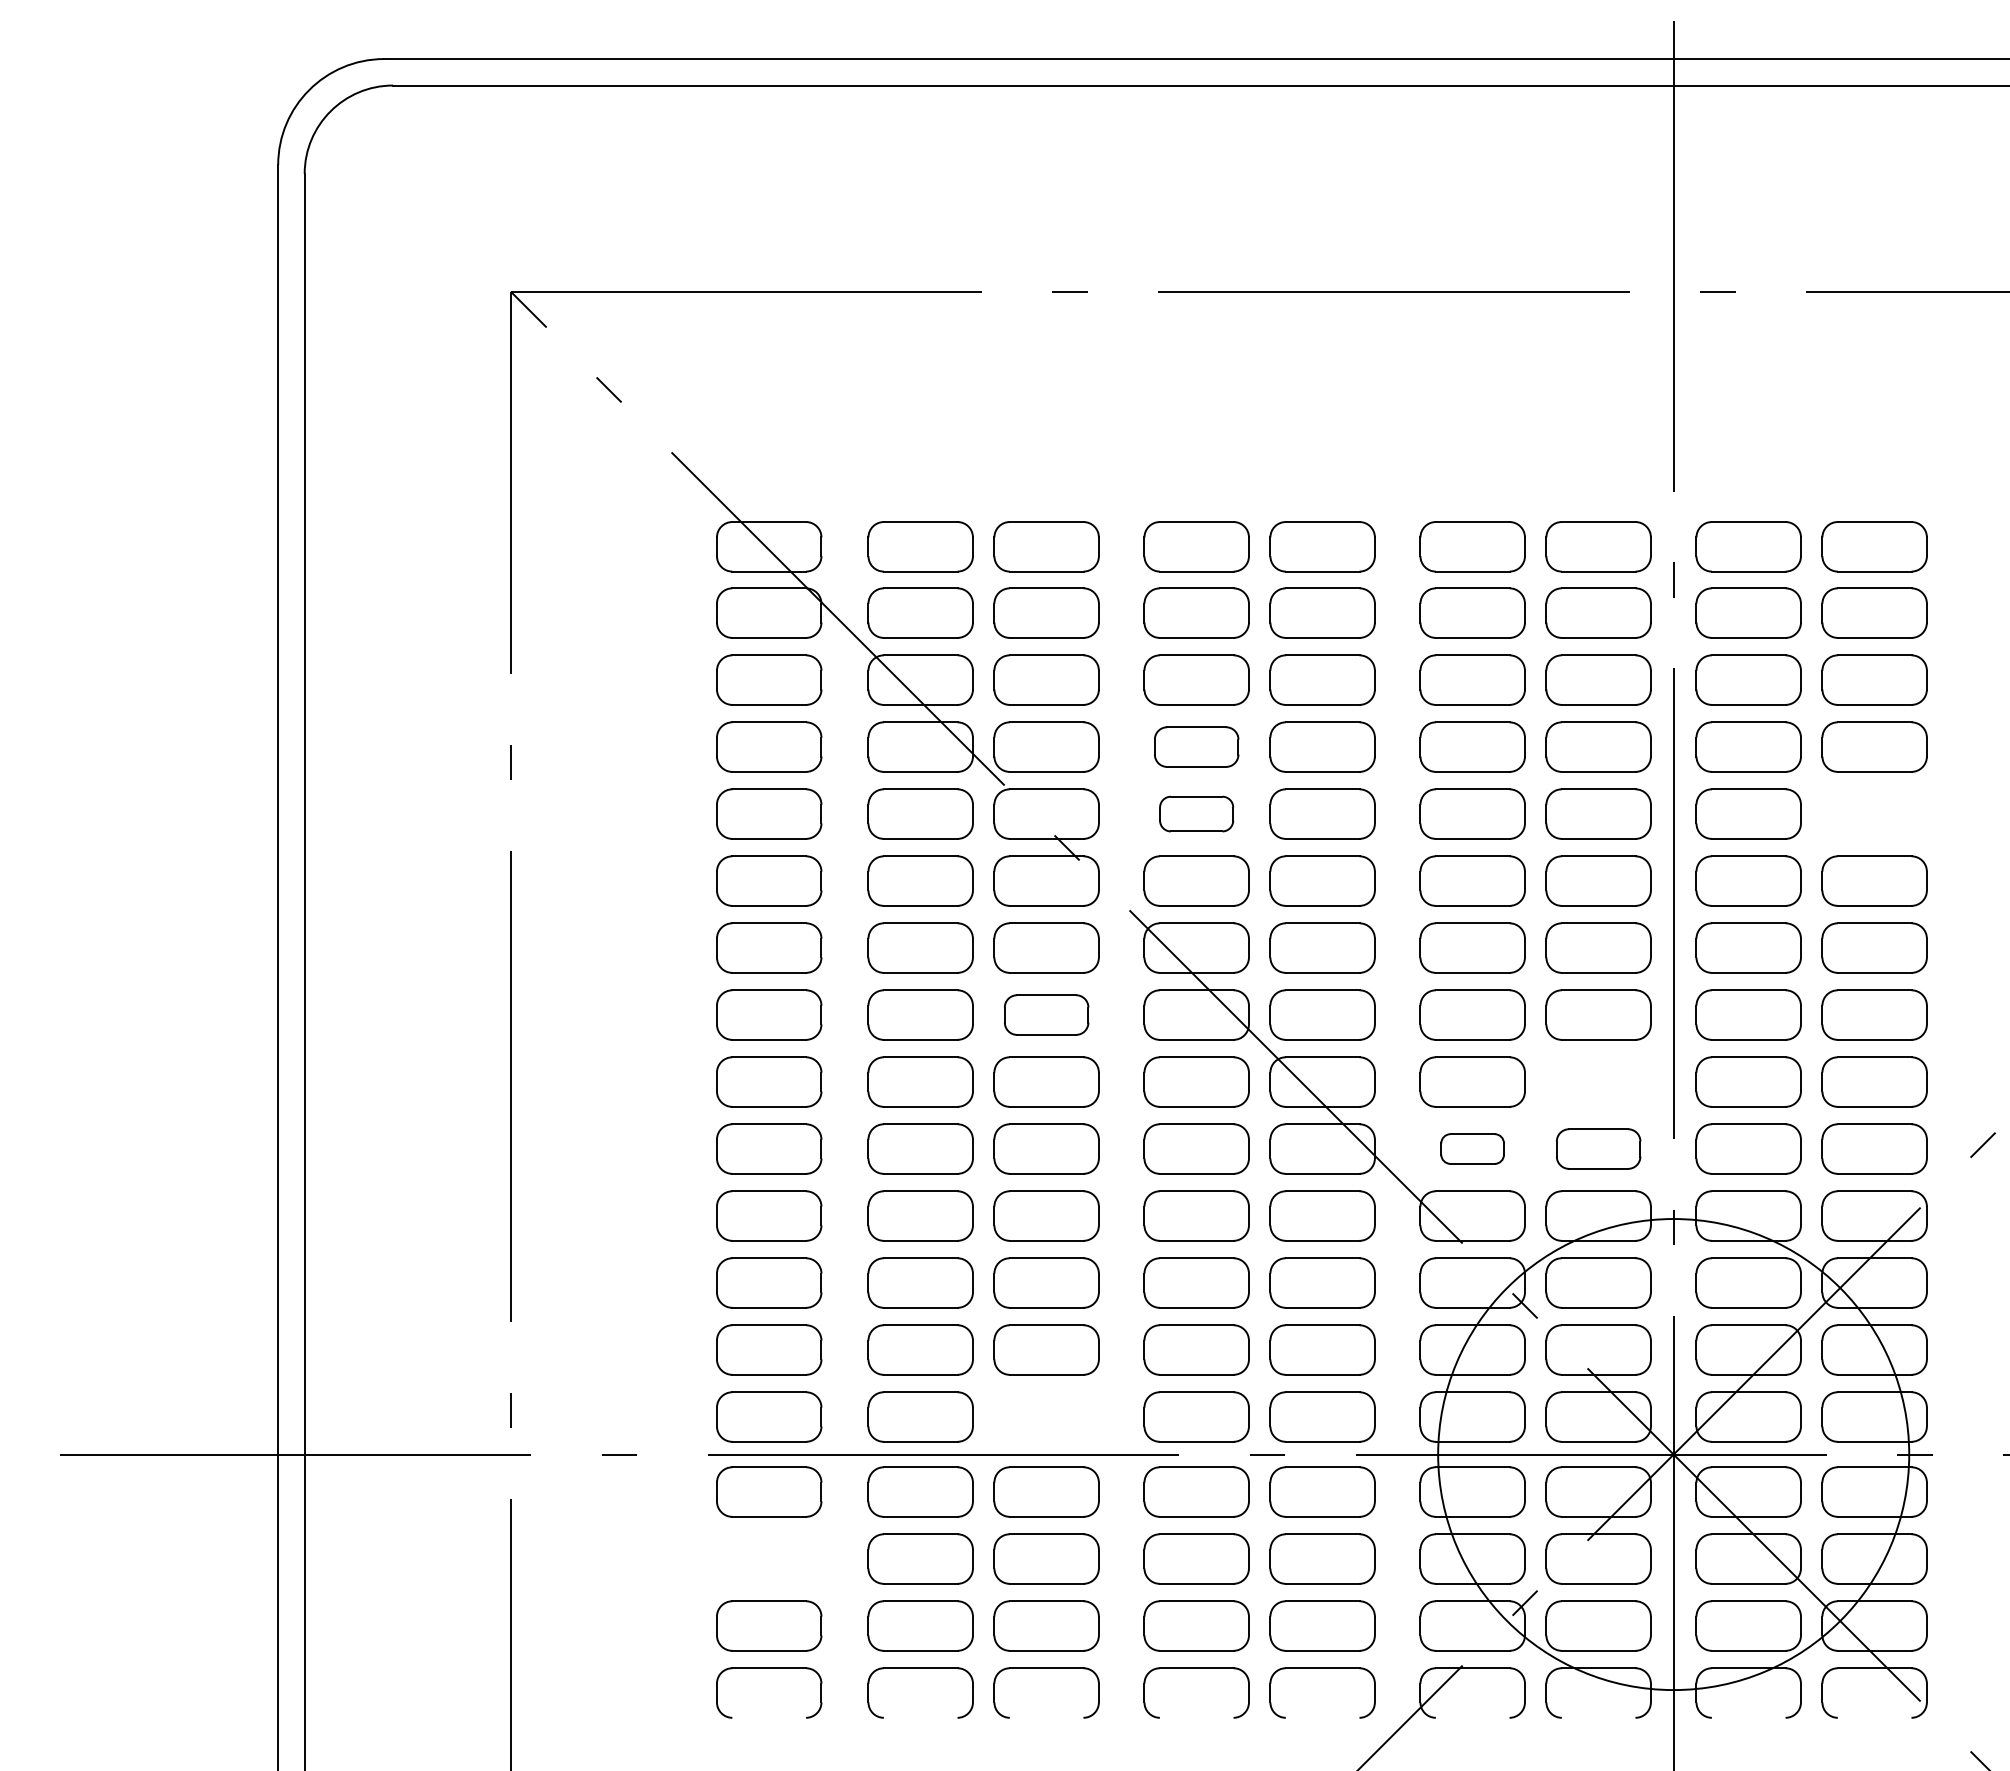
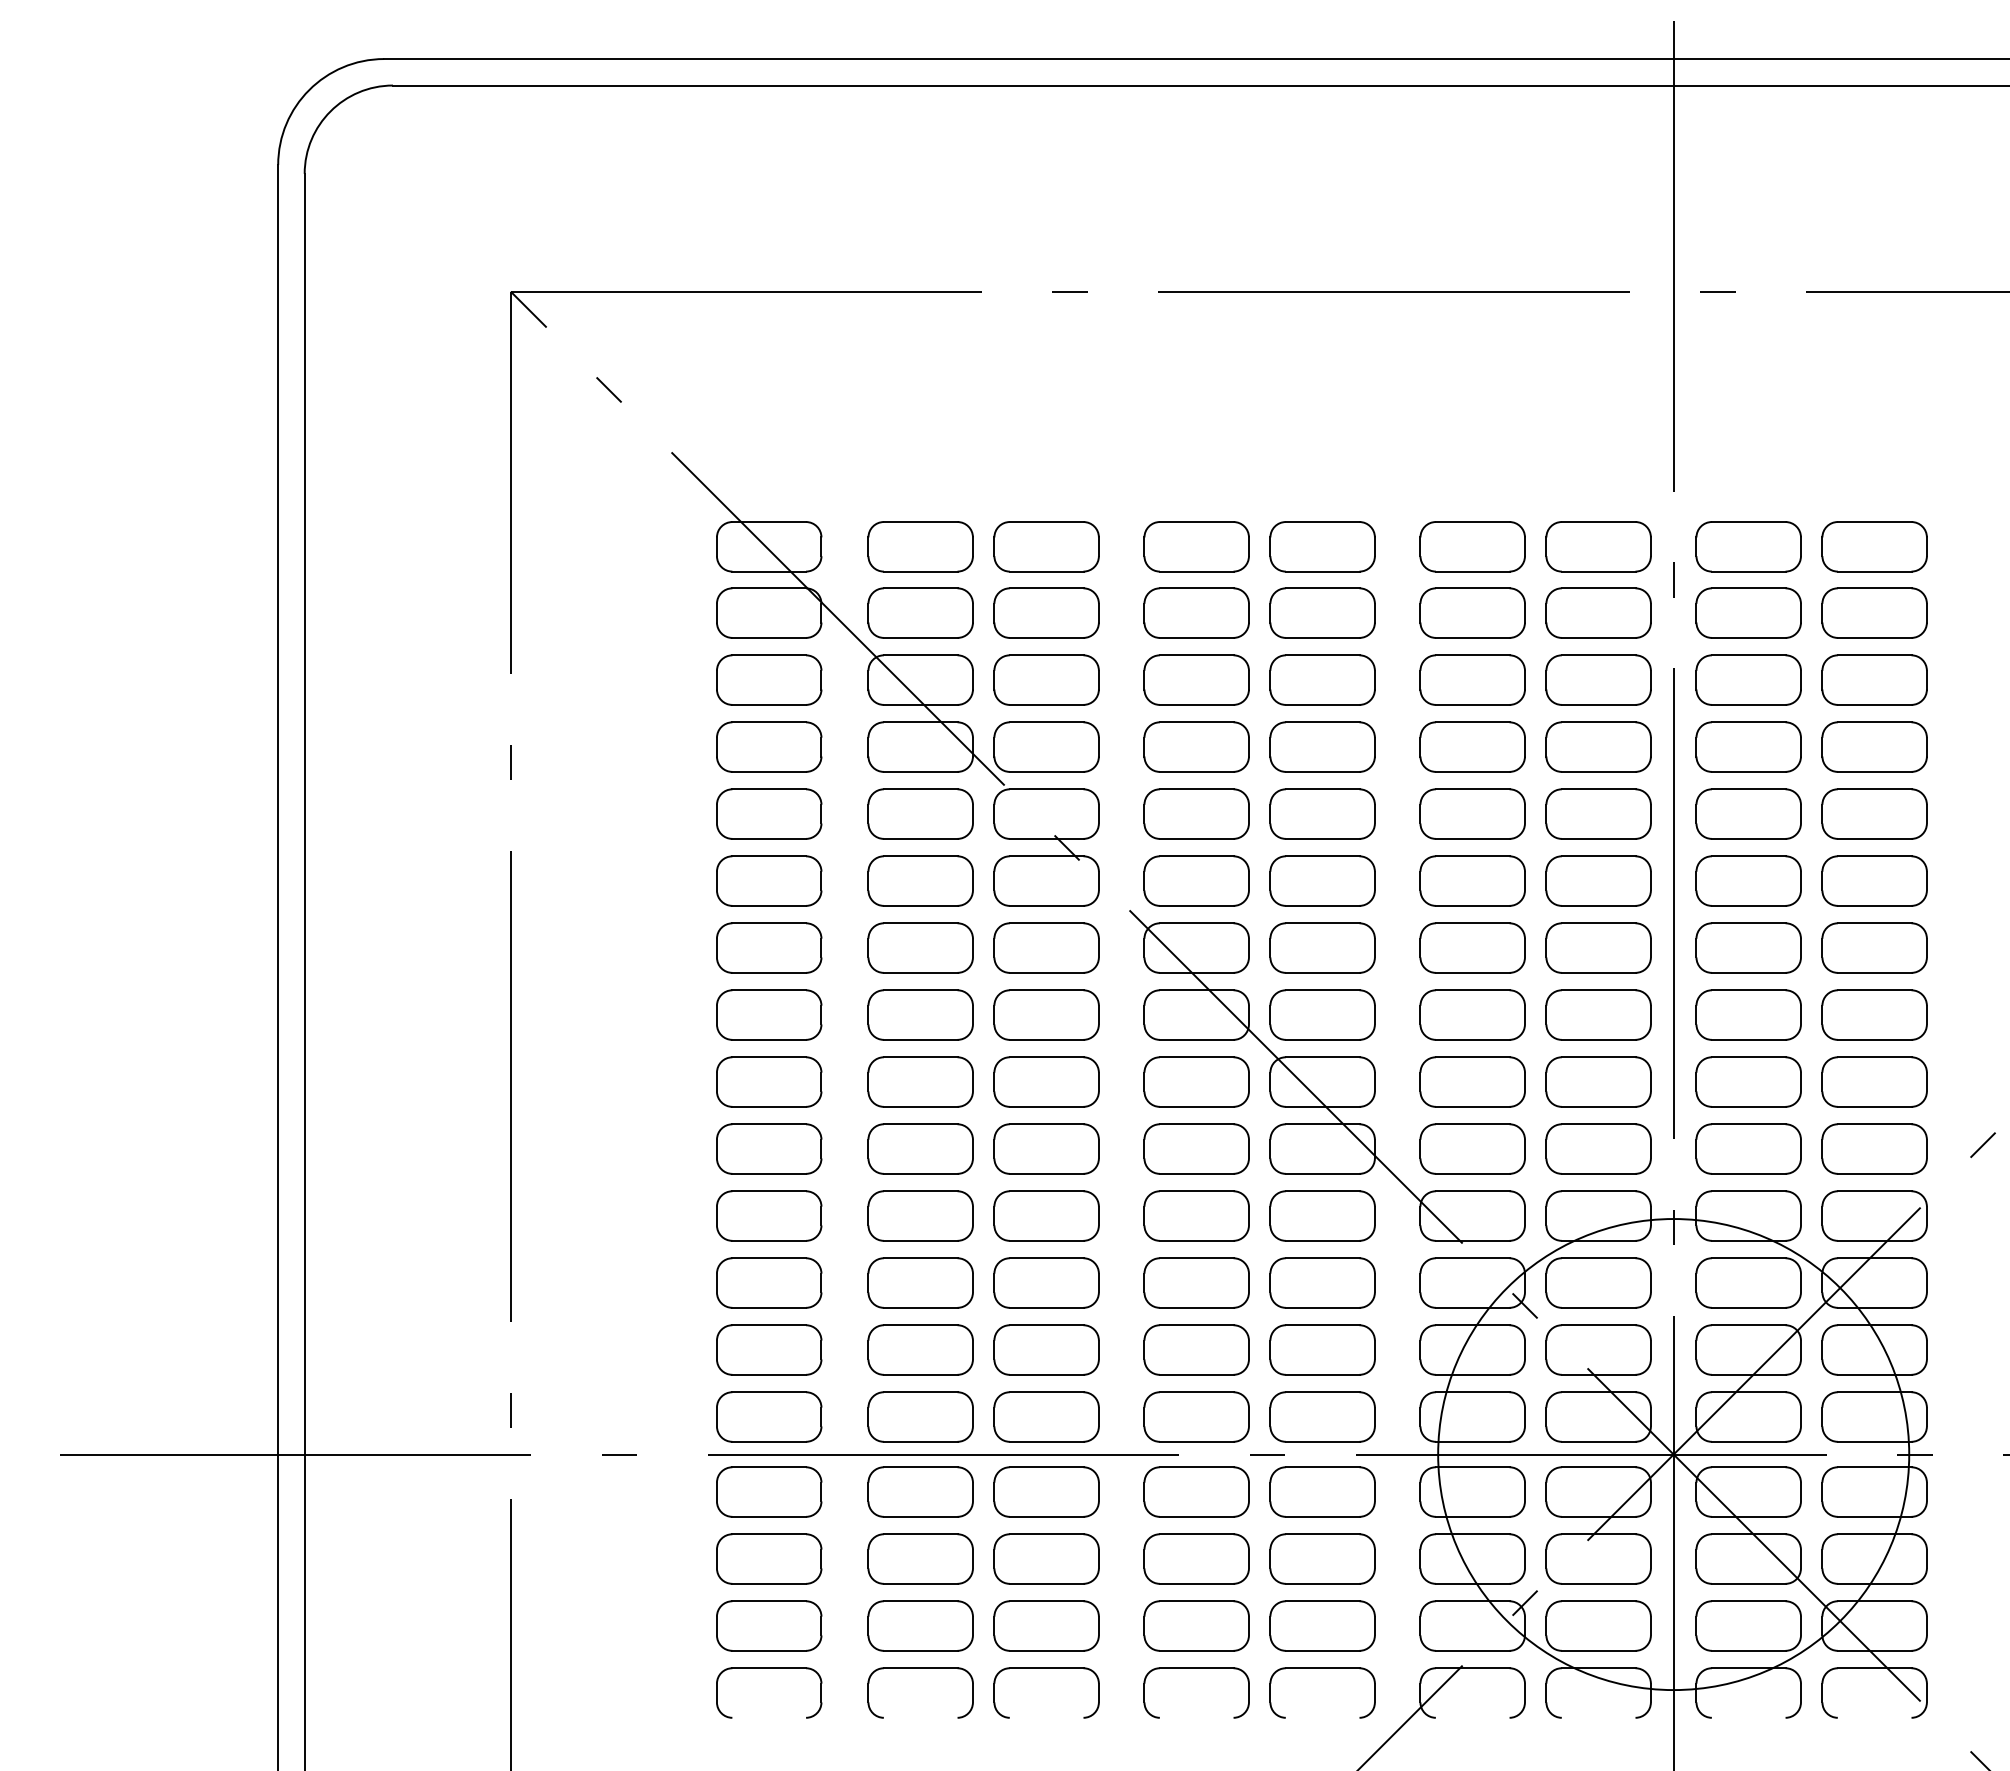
part at (1196, 746) size: 86x42 px -> 107x52 px
part at (1196, 813) size: 76x38 px -> 107x52 px
part at (1874, 813): none -> present
part at (1046, 1014) size: 86x42 px -> 107x52 px
part at (1598, 1081): none -> present
part at (1472, 1148) size: 65x32 px -> 107x52 px
part at (1598, 1148) size: 86x42 px -> 107x52 px
part at (1046, 1416): none -> present
part at (769, 1558): none -> present
